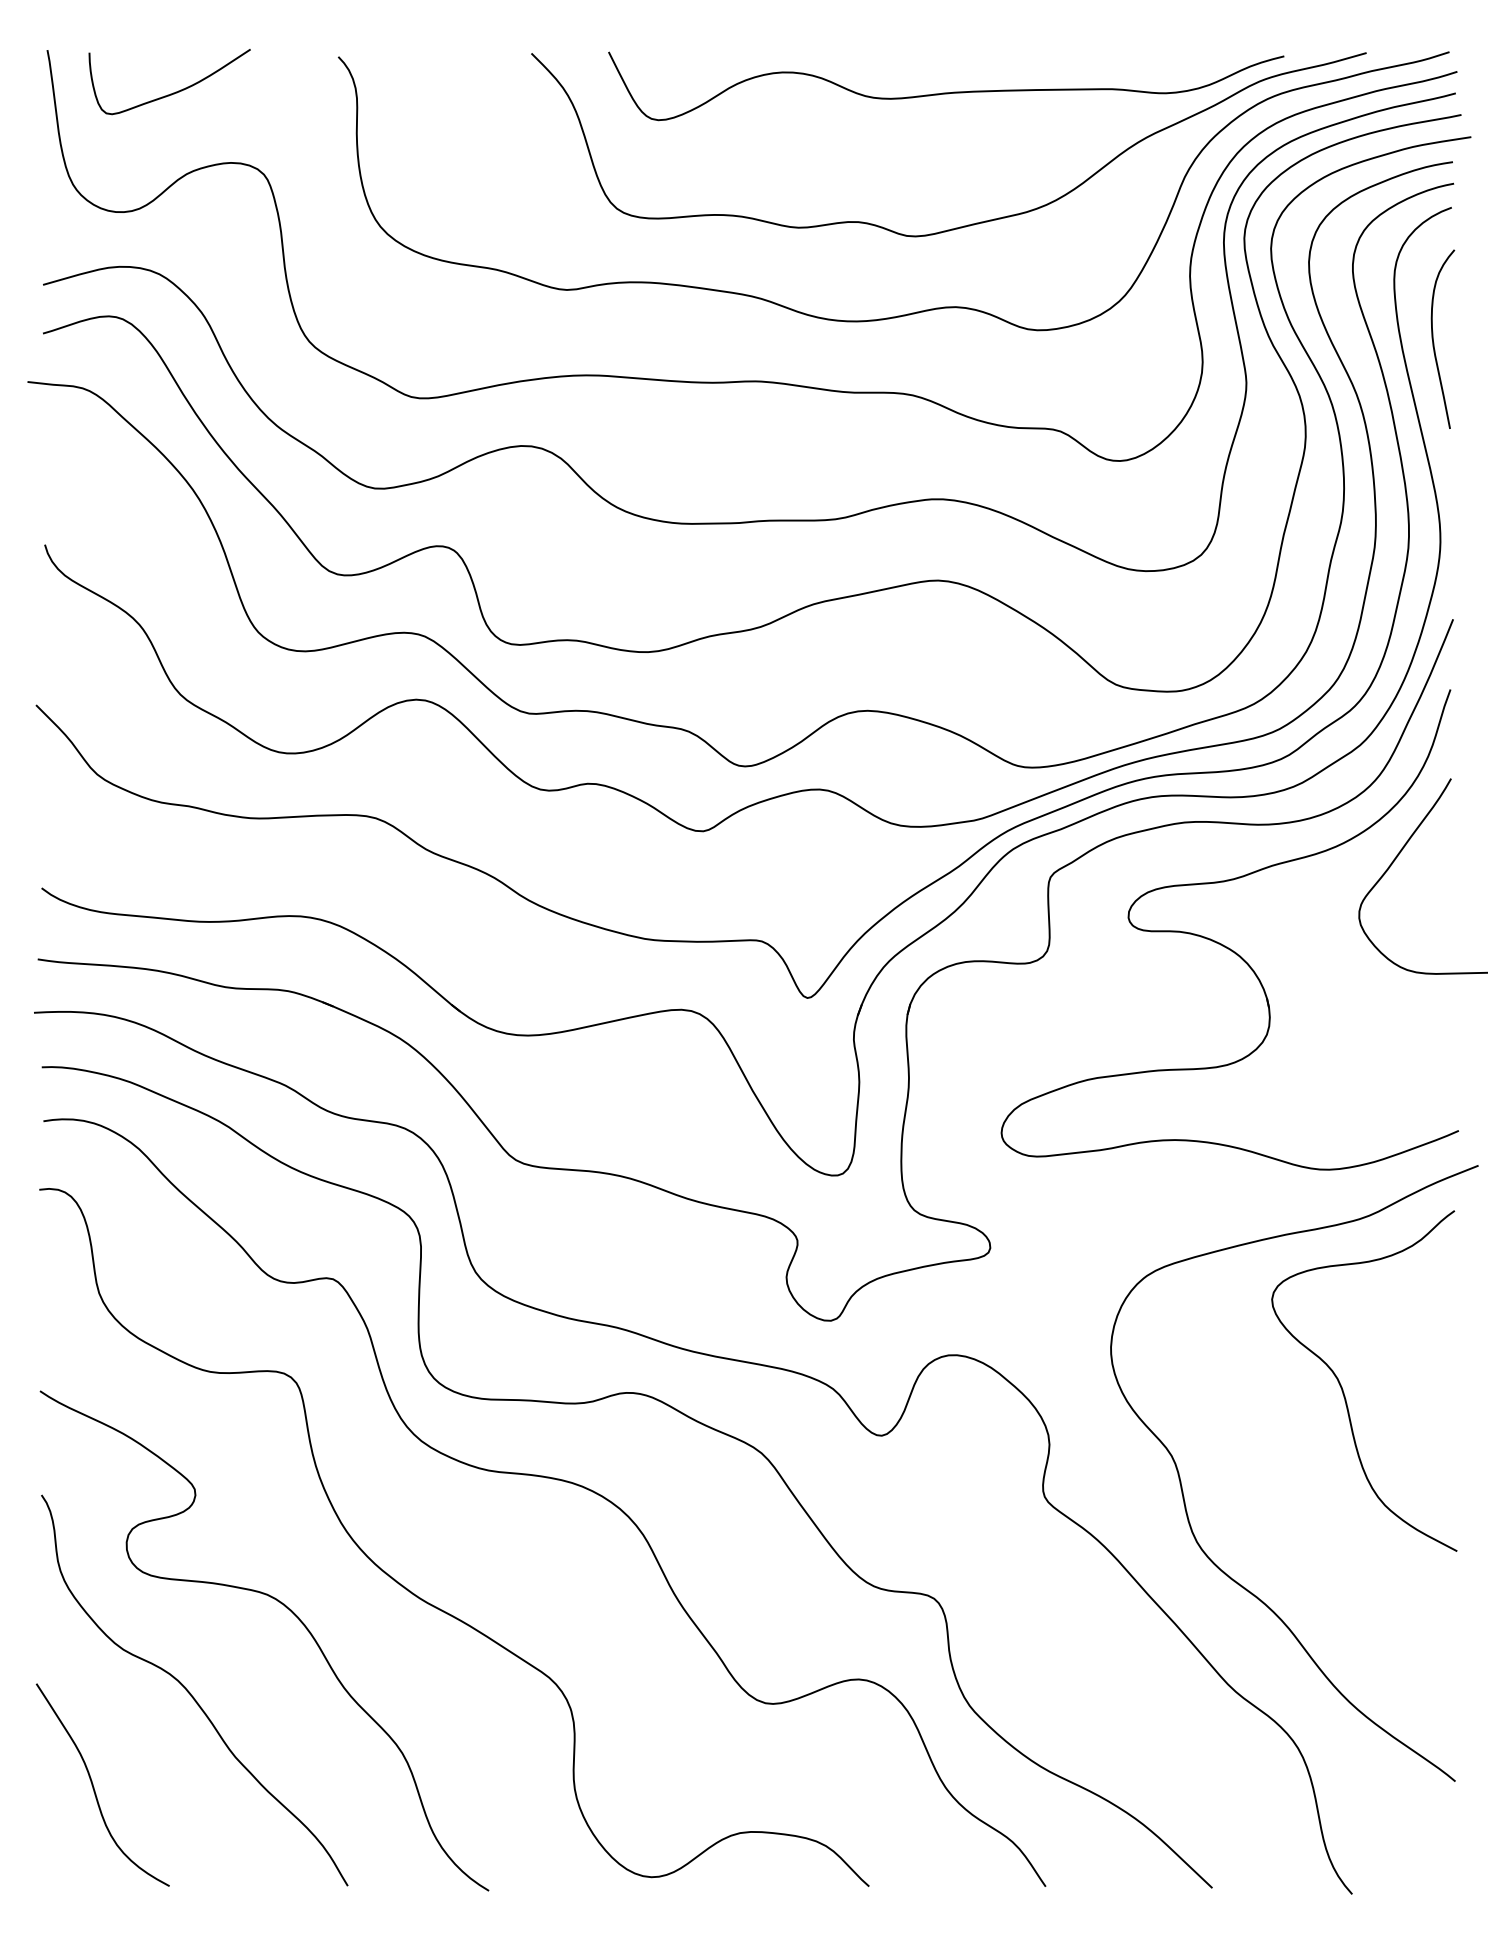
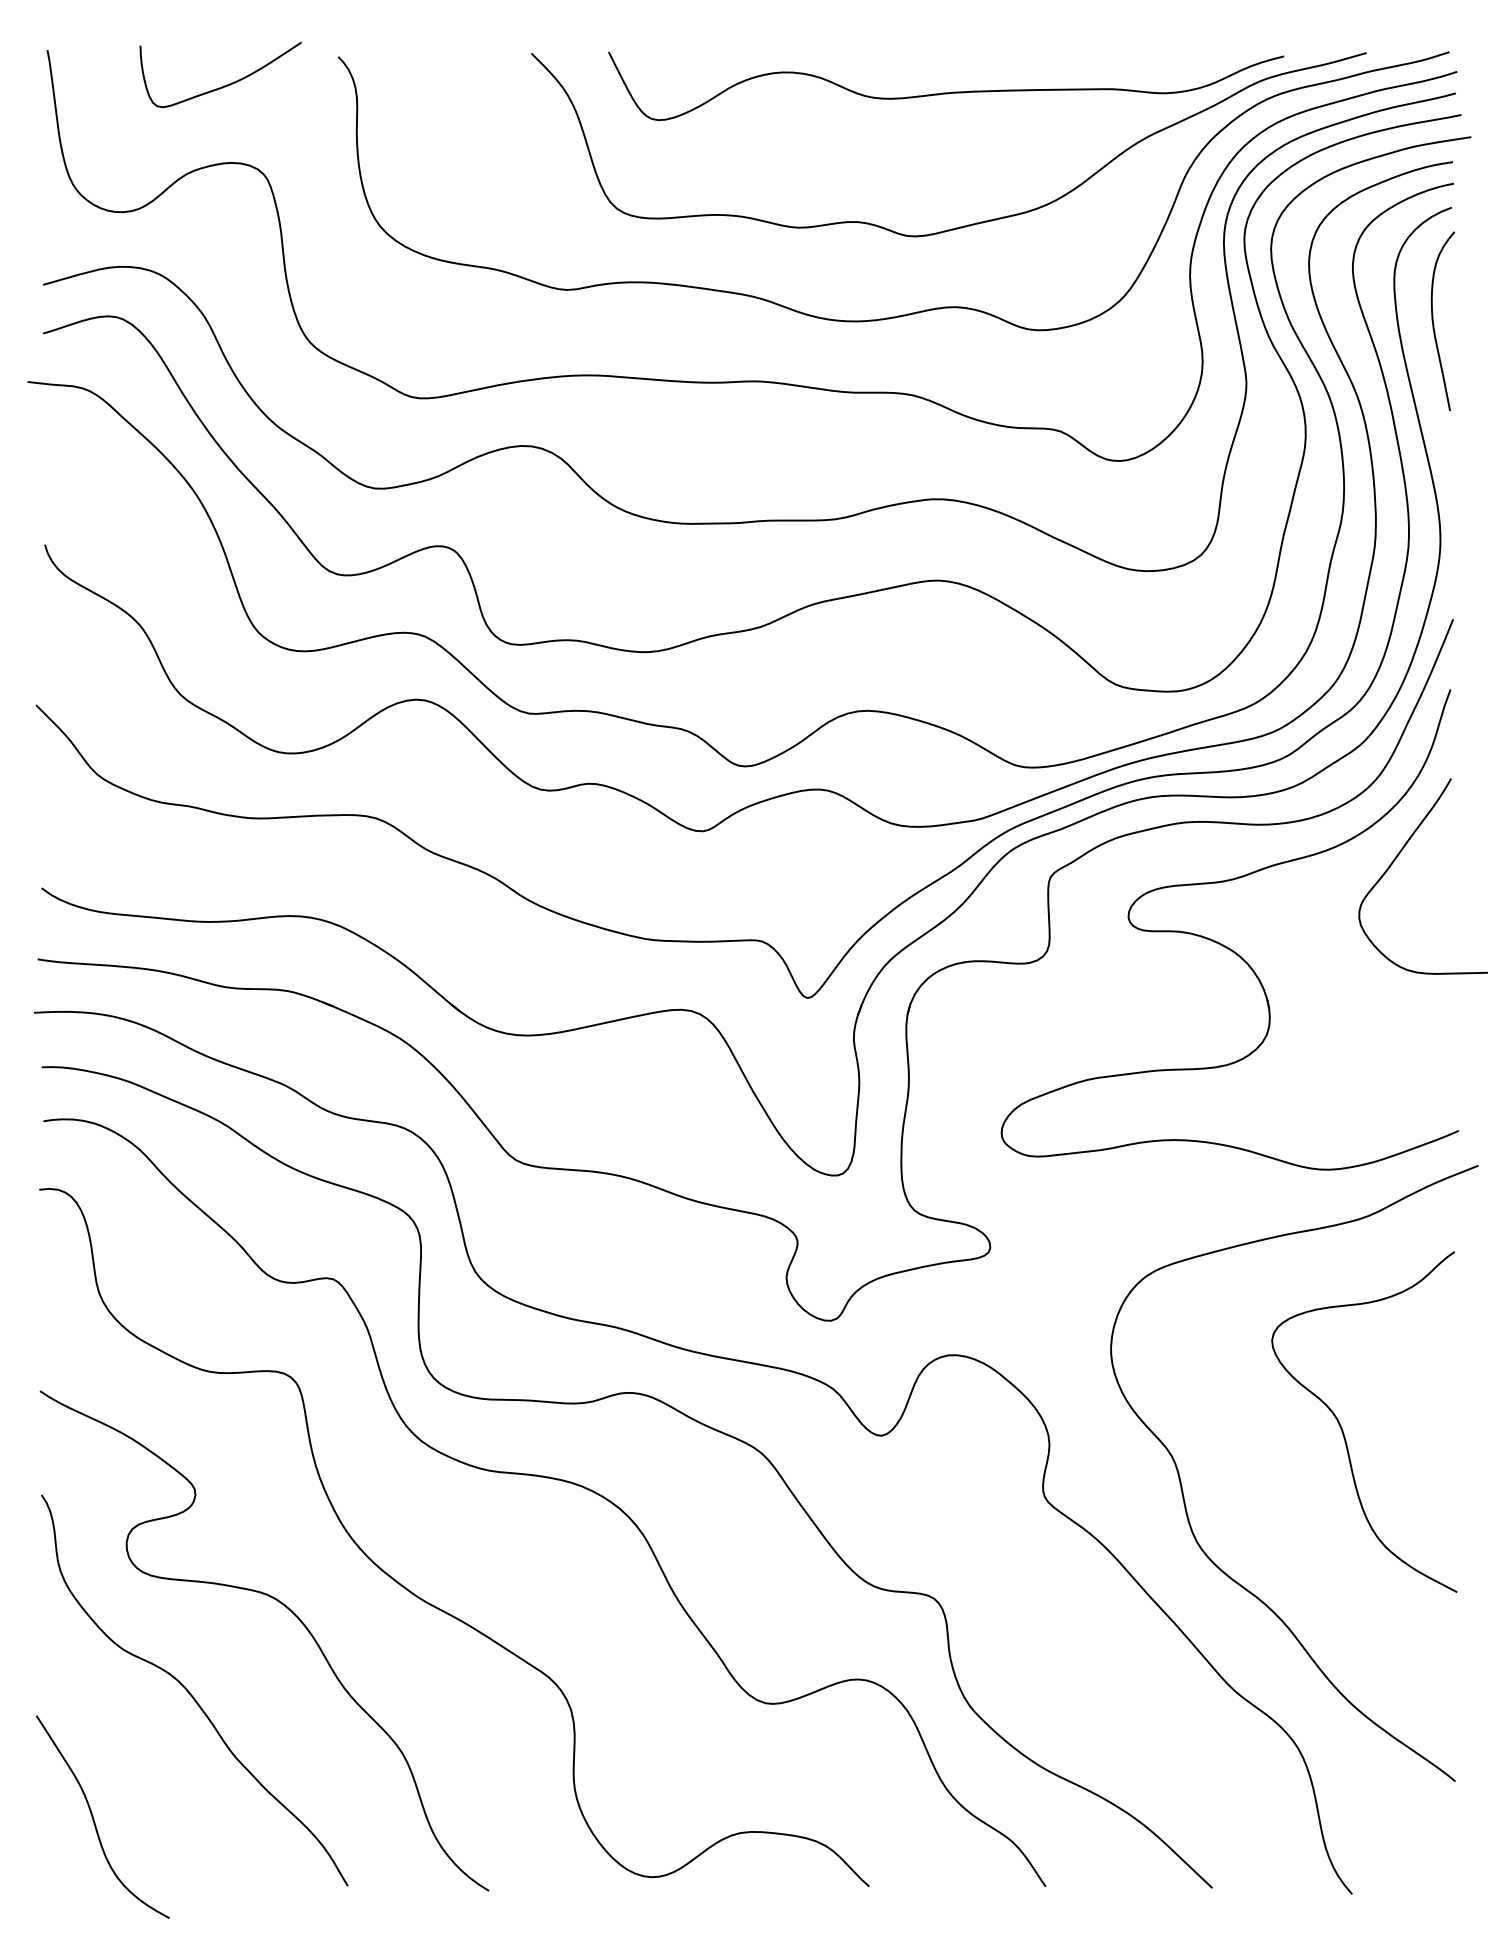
curve at (173, 92) position: (173, 92) -> (224, 85)
curve at (1434, 342) position: (1434, 342) -> (1434, 324)
curve at (1343, 1389) position: (1343, 1389) -> (1343, 1430)
curve at (94, 1787) position: (94, 1787) -> (94, 1819)
